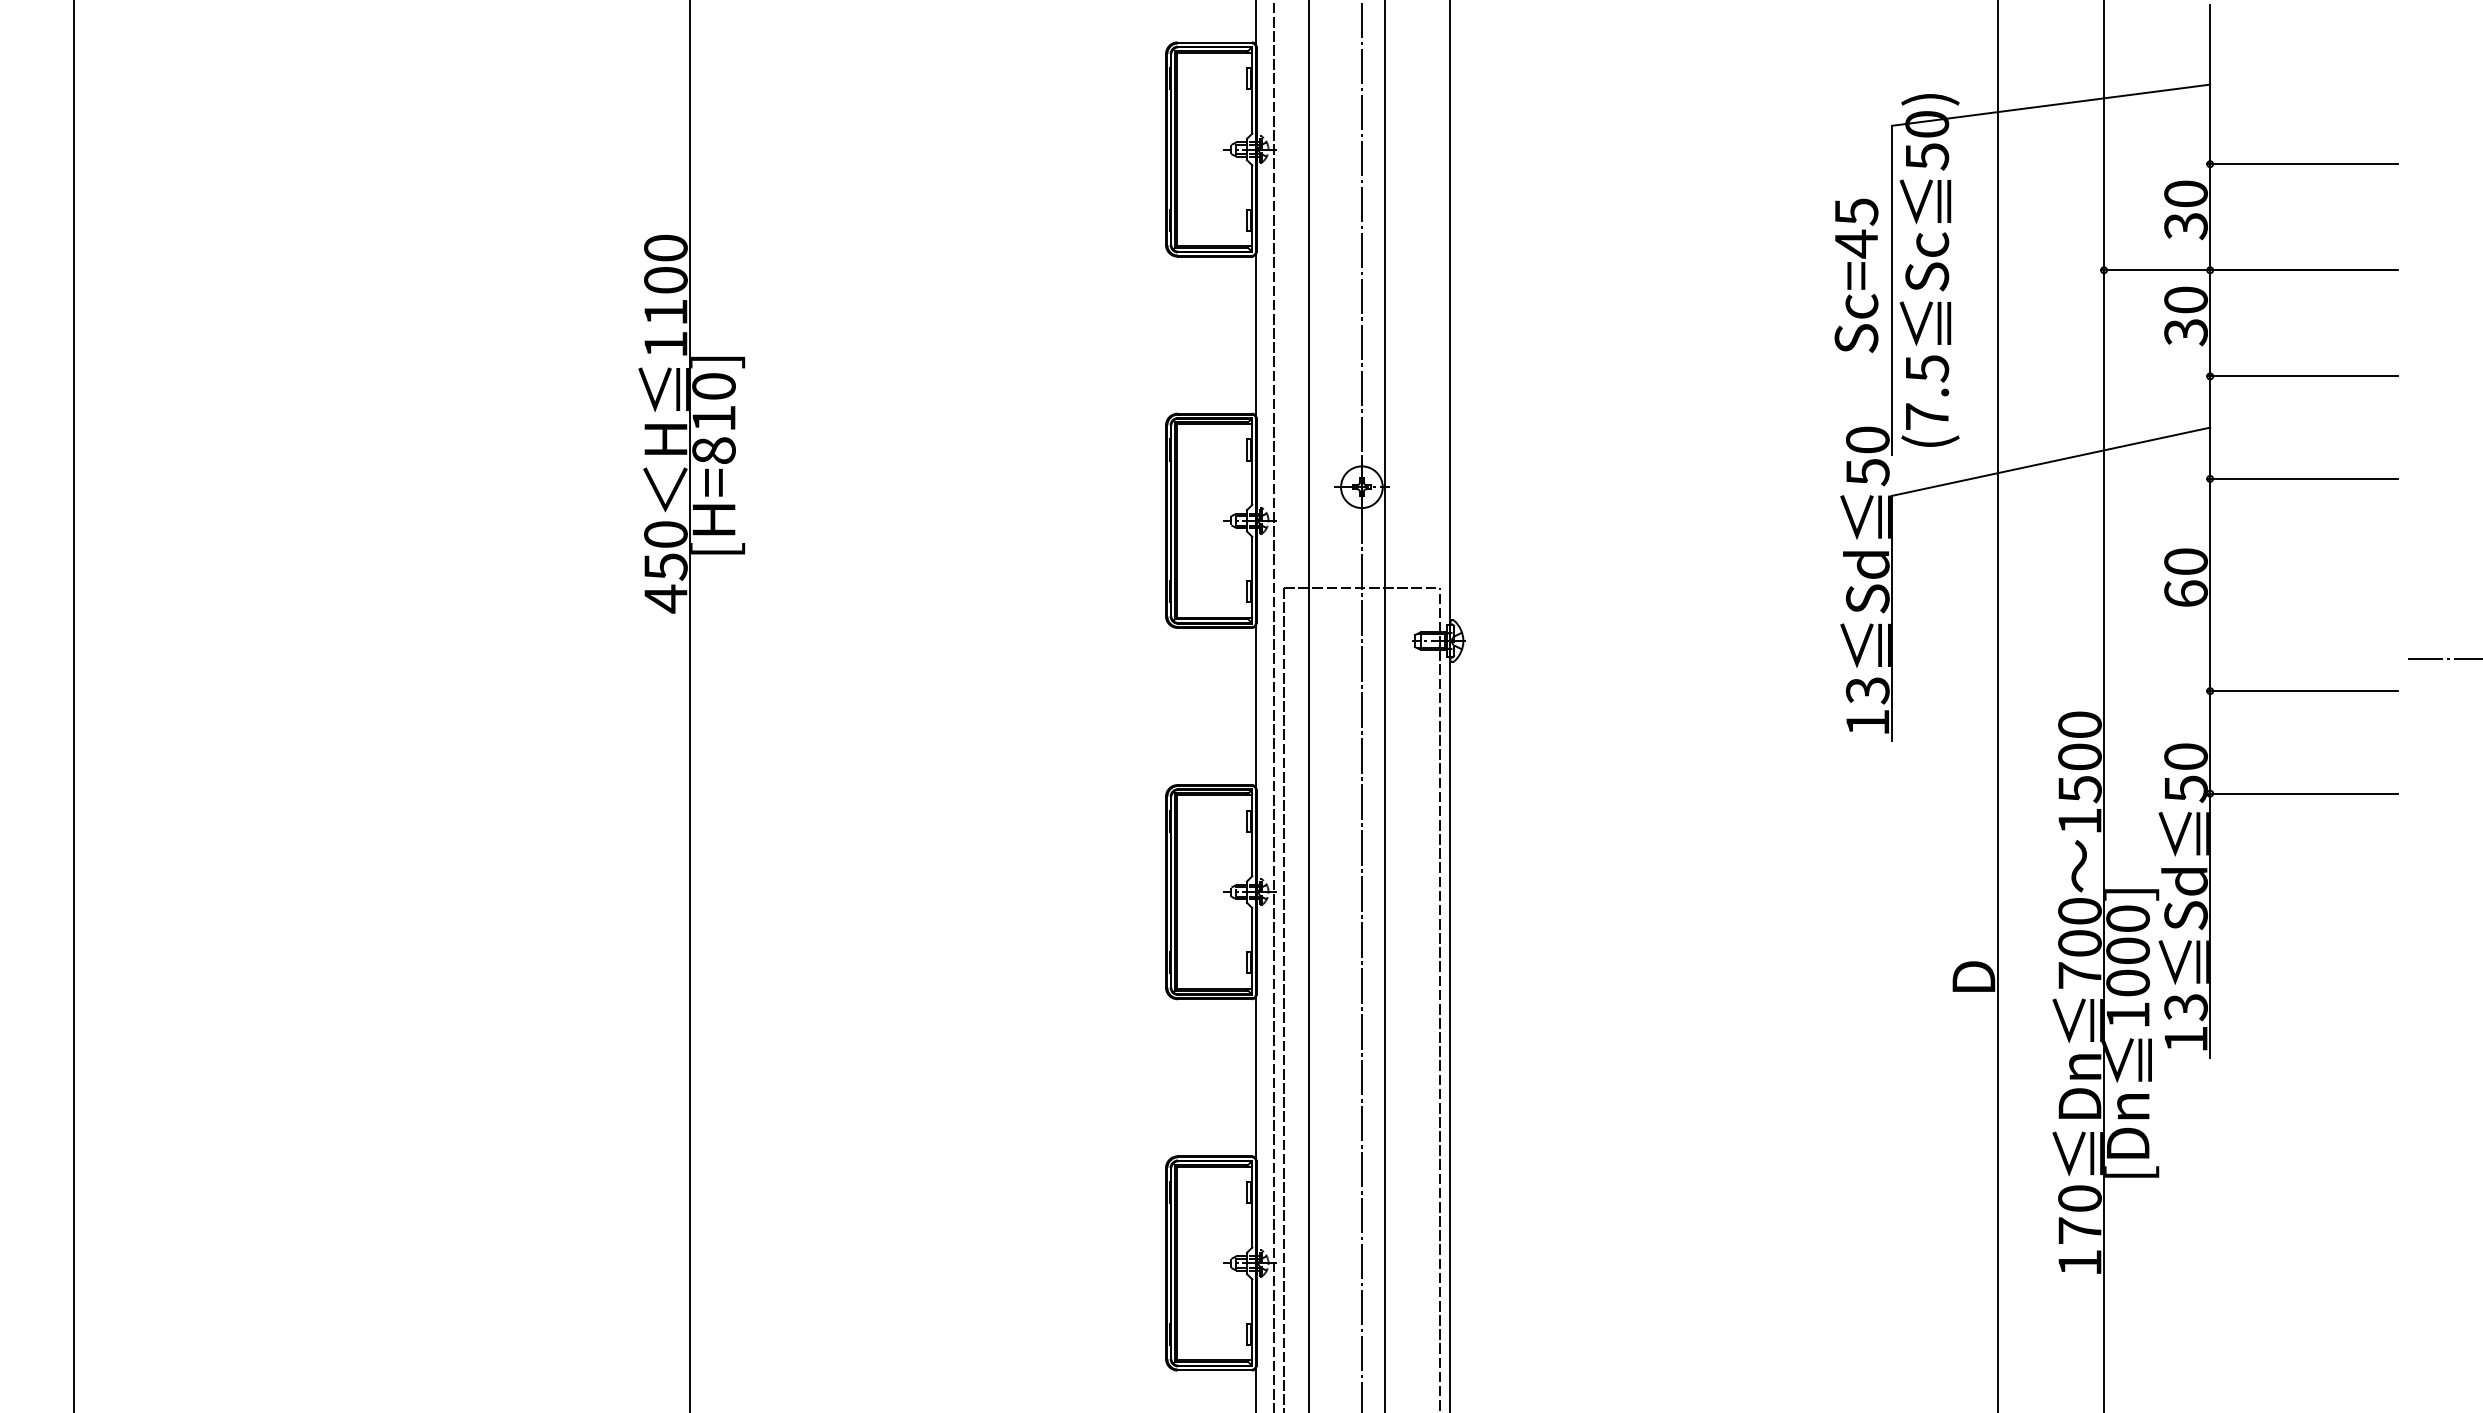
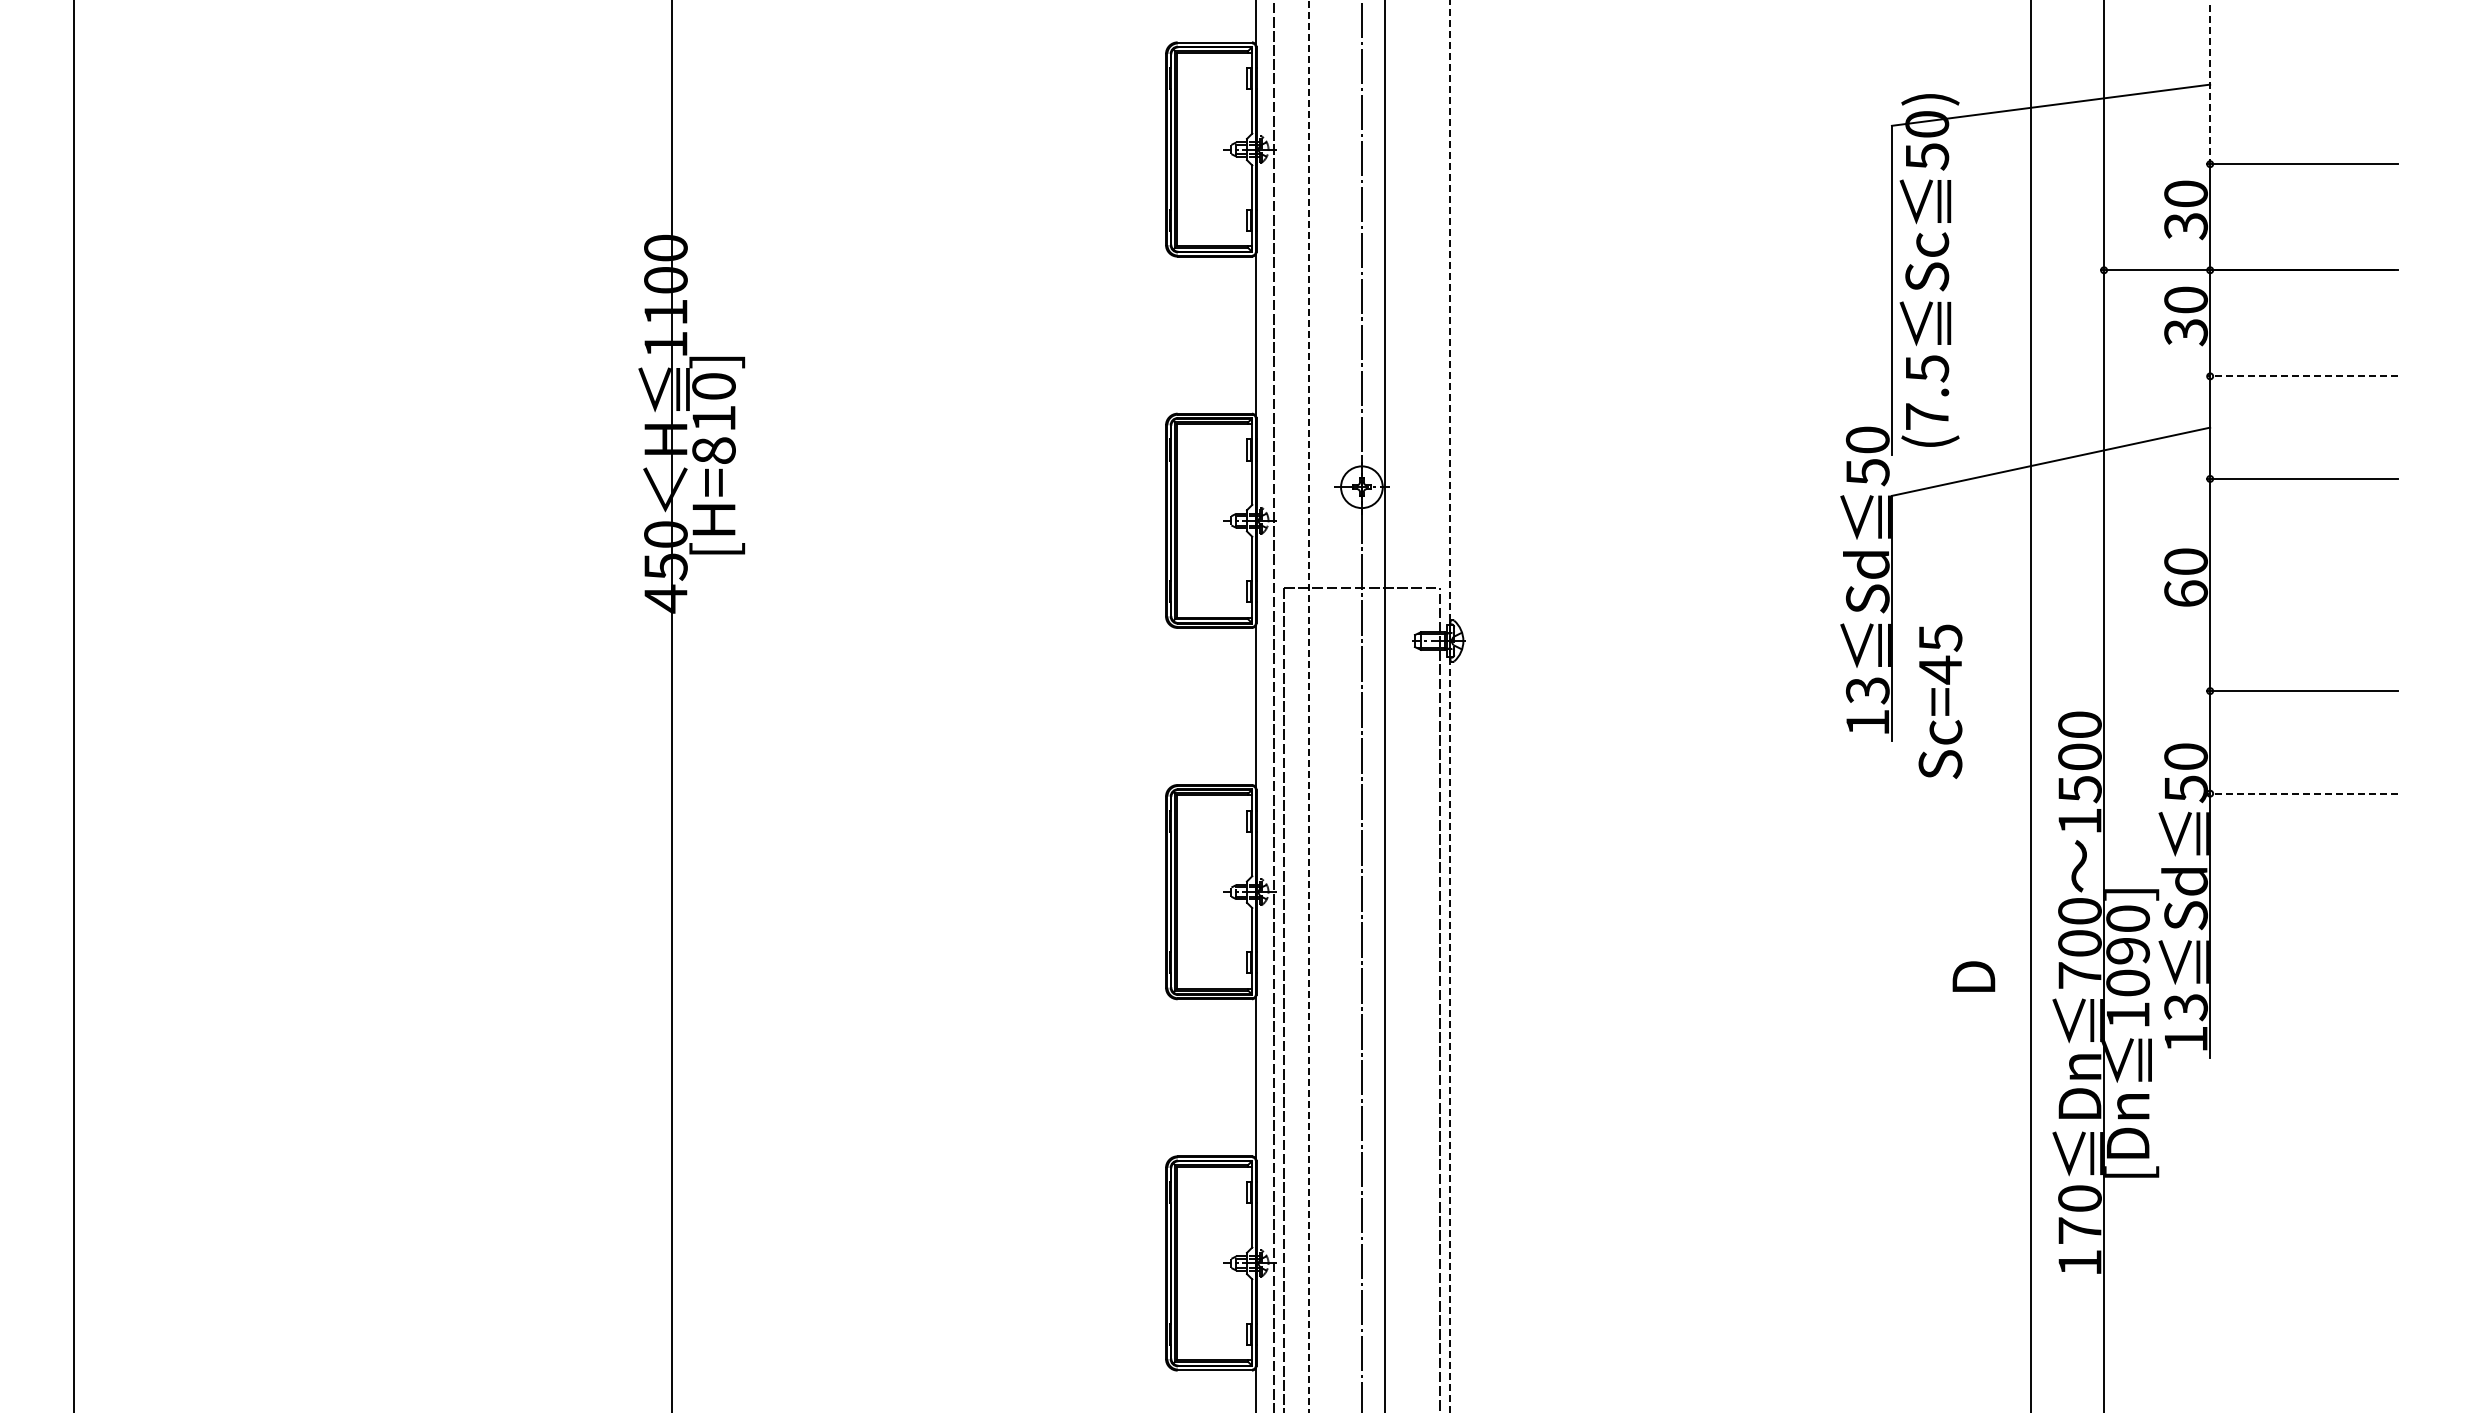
line at (2210, 84): solid -> dashed
text at (1856, 275) position: (1856, 275) -> (1940, 701)
line at (2301, 376): solid -> dashed
line at (2443, 659): present -> none
line at (690, 705) position: (690, 705) -> (672, 705)
line at (1997, 705) position: (1997, 705) -> (2030, 705)
line at (1450, 706): solid -> dashed
line at (1308, 707): solid -> dashed
line at (2301, 793): solid -> dashed
text at (2127, 950): 1000] -> 1090]
